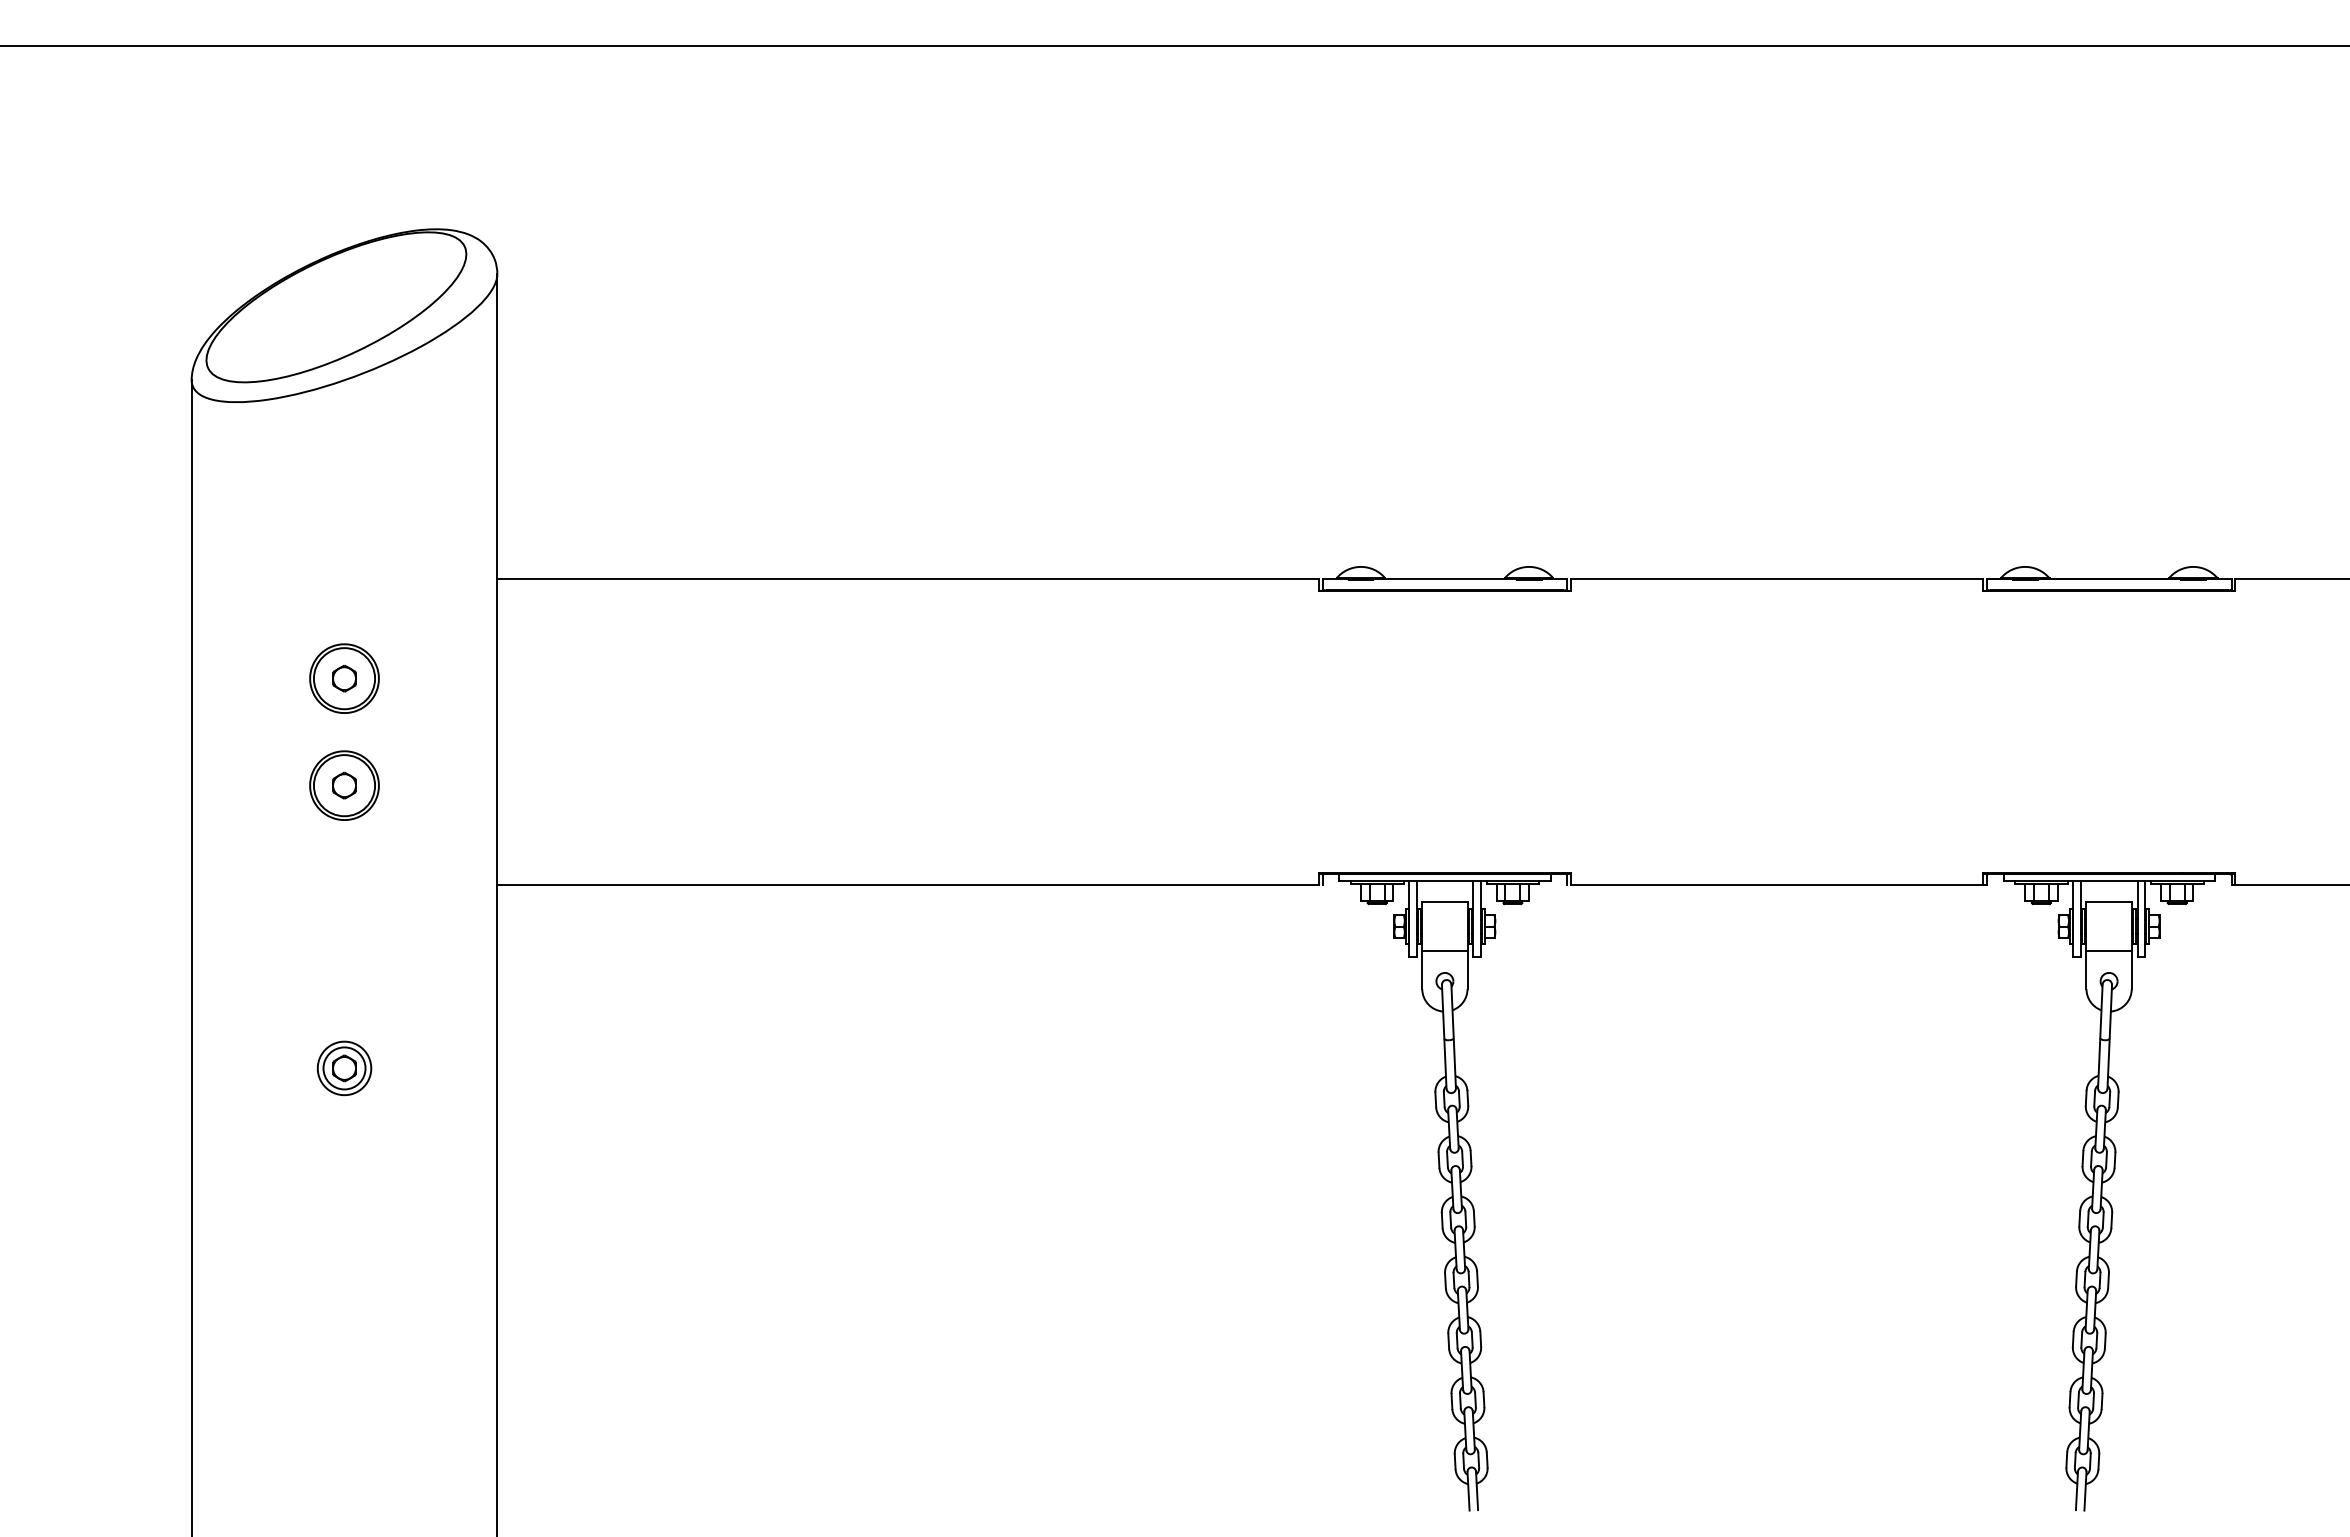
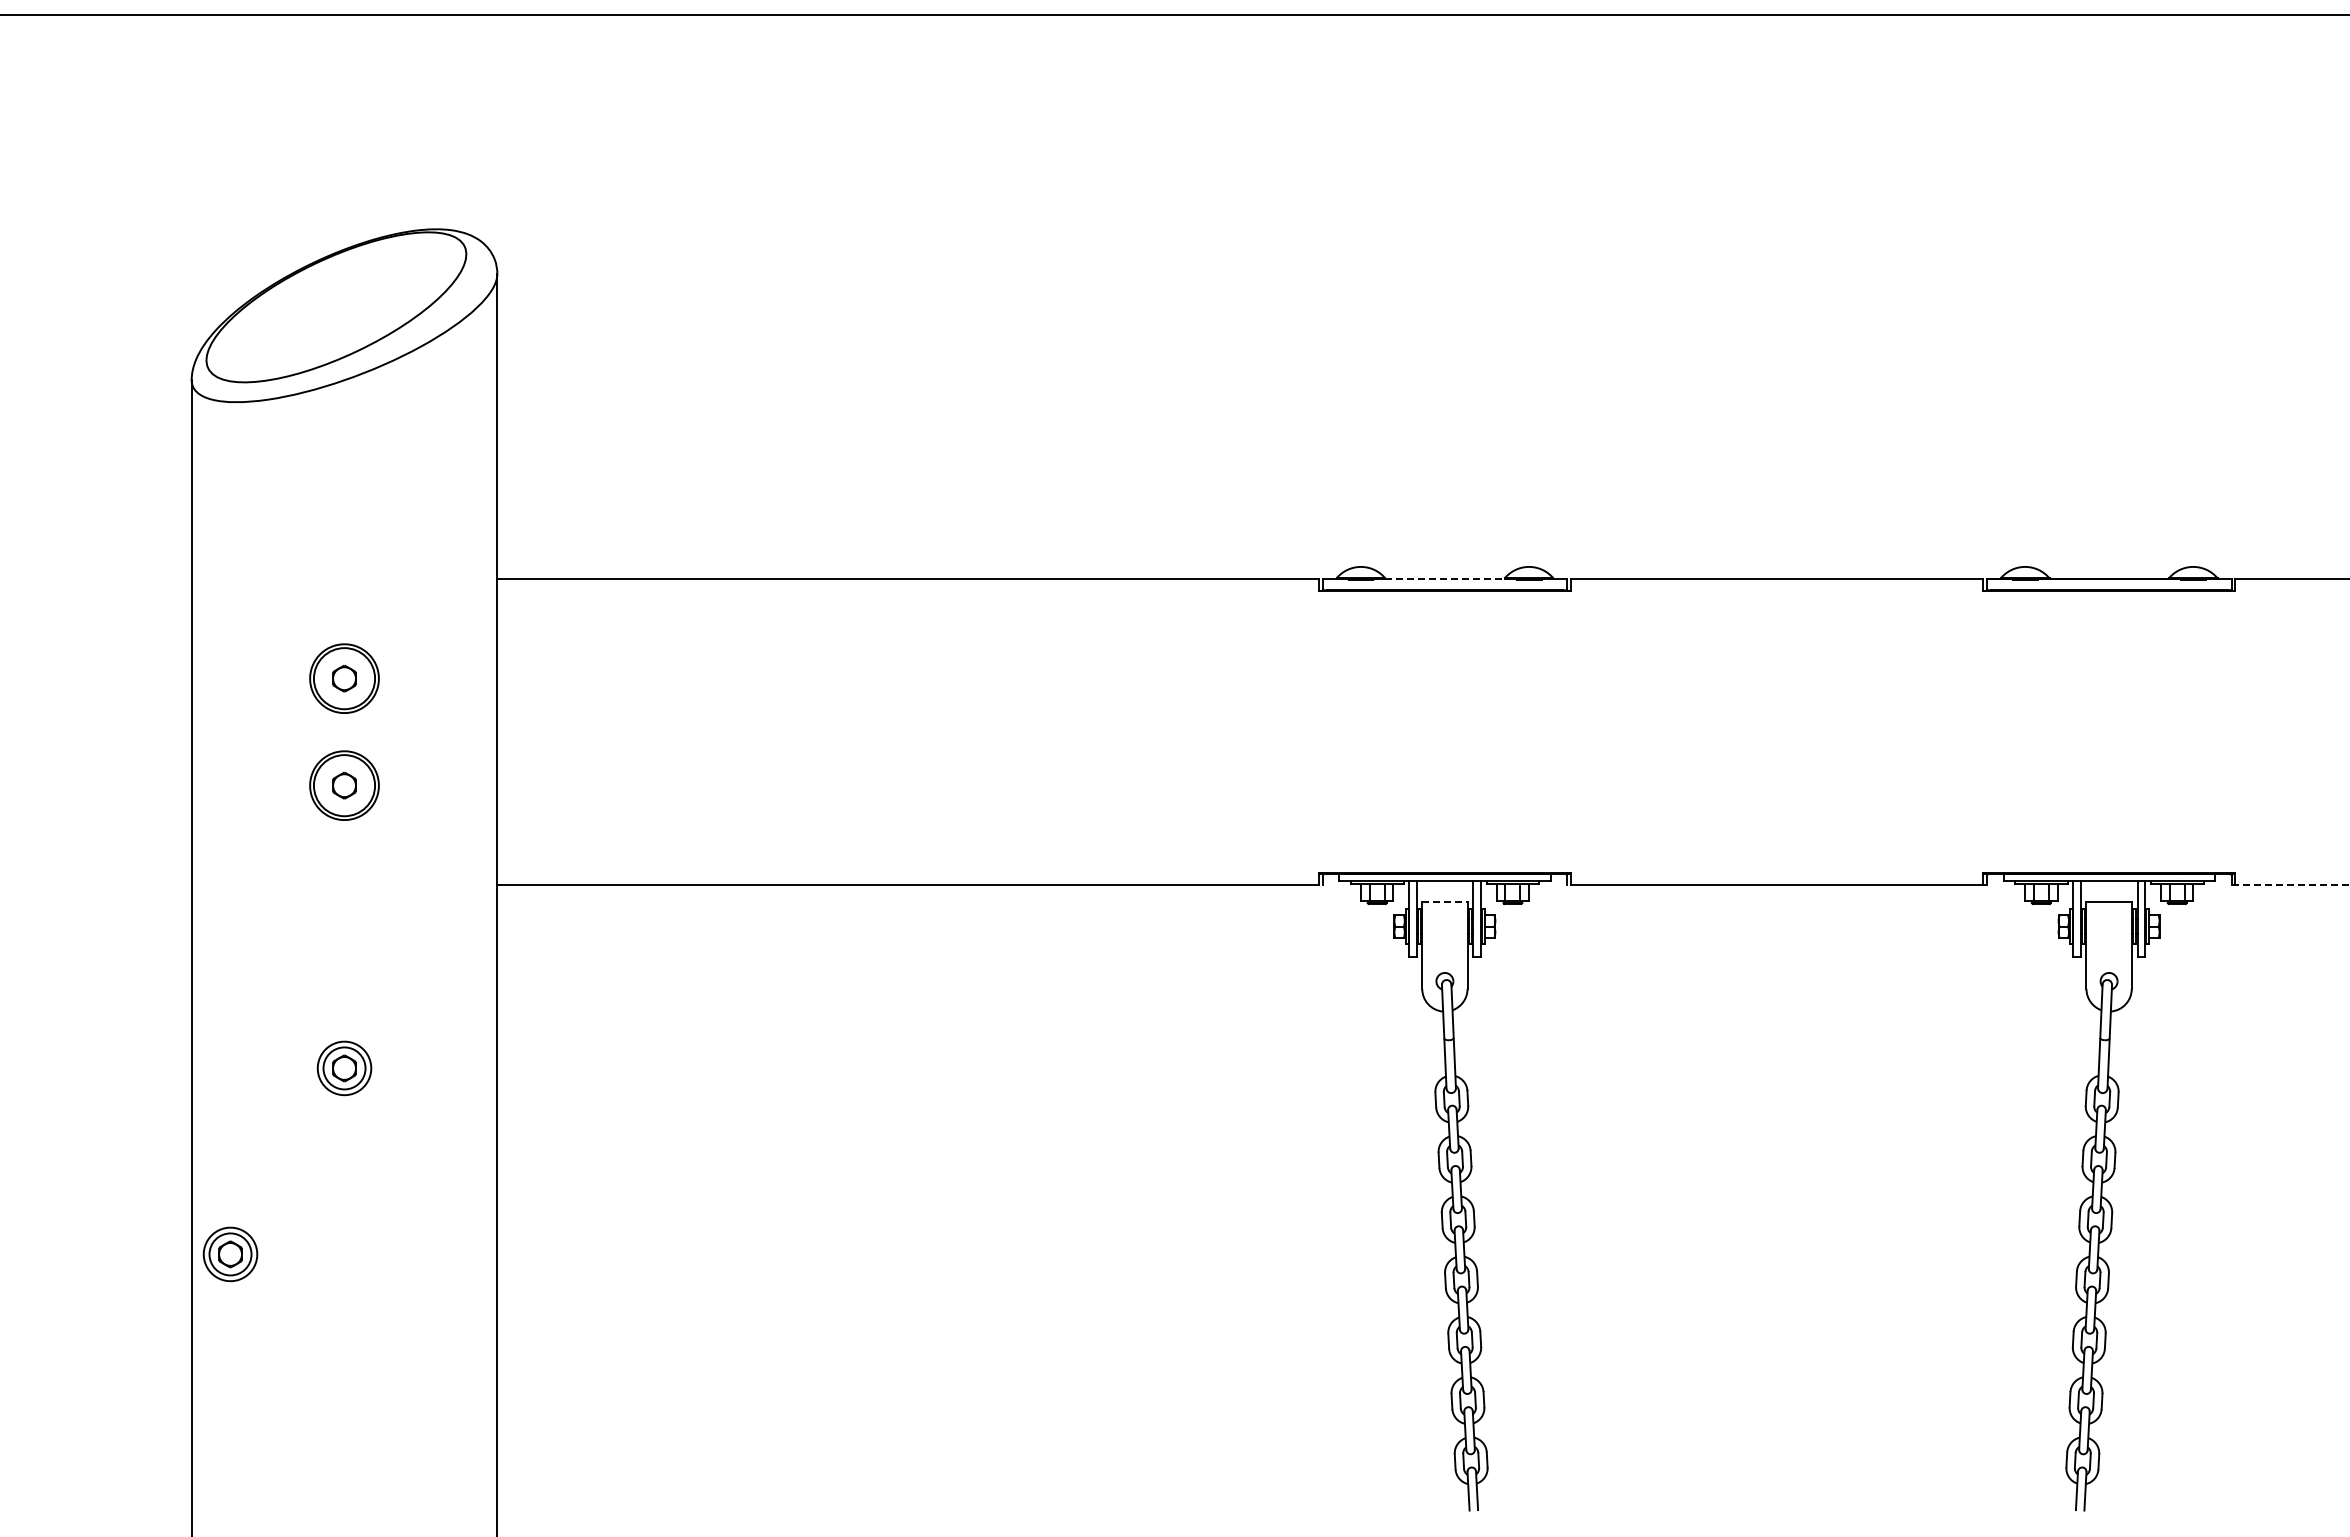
line at (1174, 45) position: (1174, 45) -> (1174, 14)
line at (1445, 579): solid -> dashed
line at (2290, 885): solid -> dashed
line at (1444, 902): solid -> dashed
line at (1444, 951): present -> none
line at (2108, 951): present -> none
part at (230, 1254): none -> present
